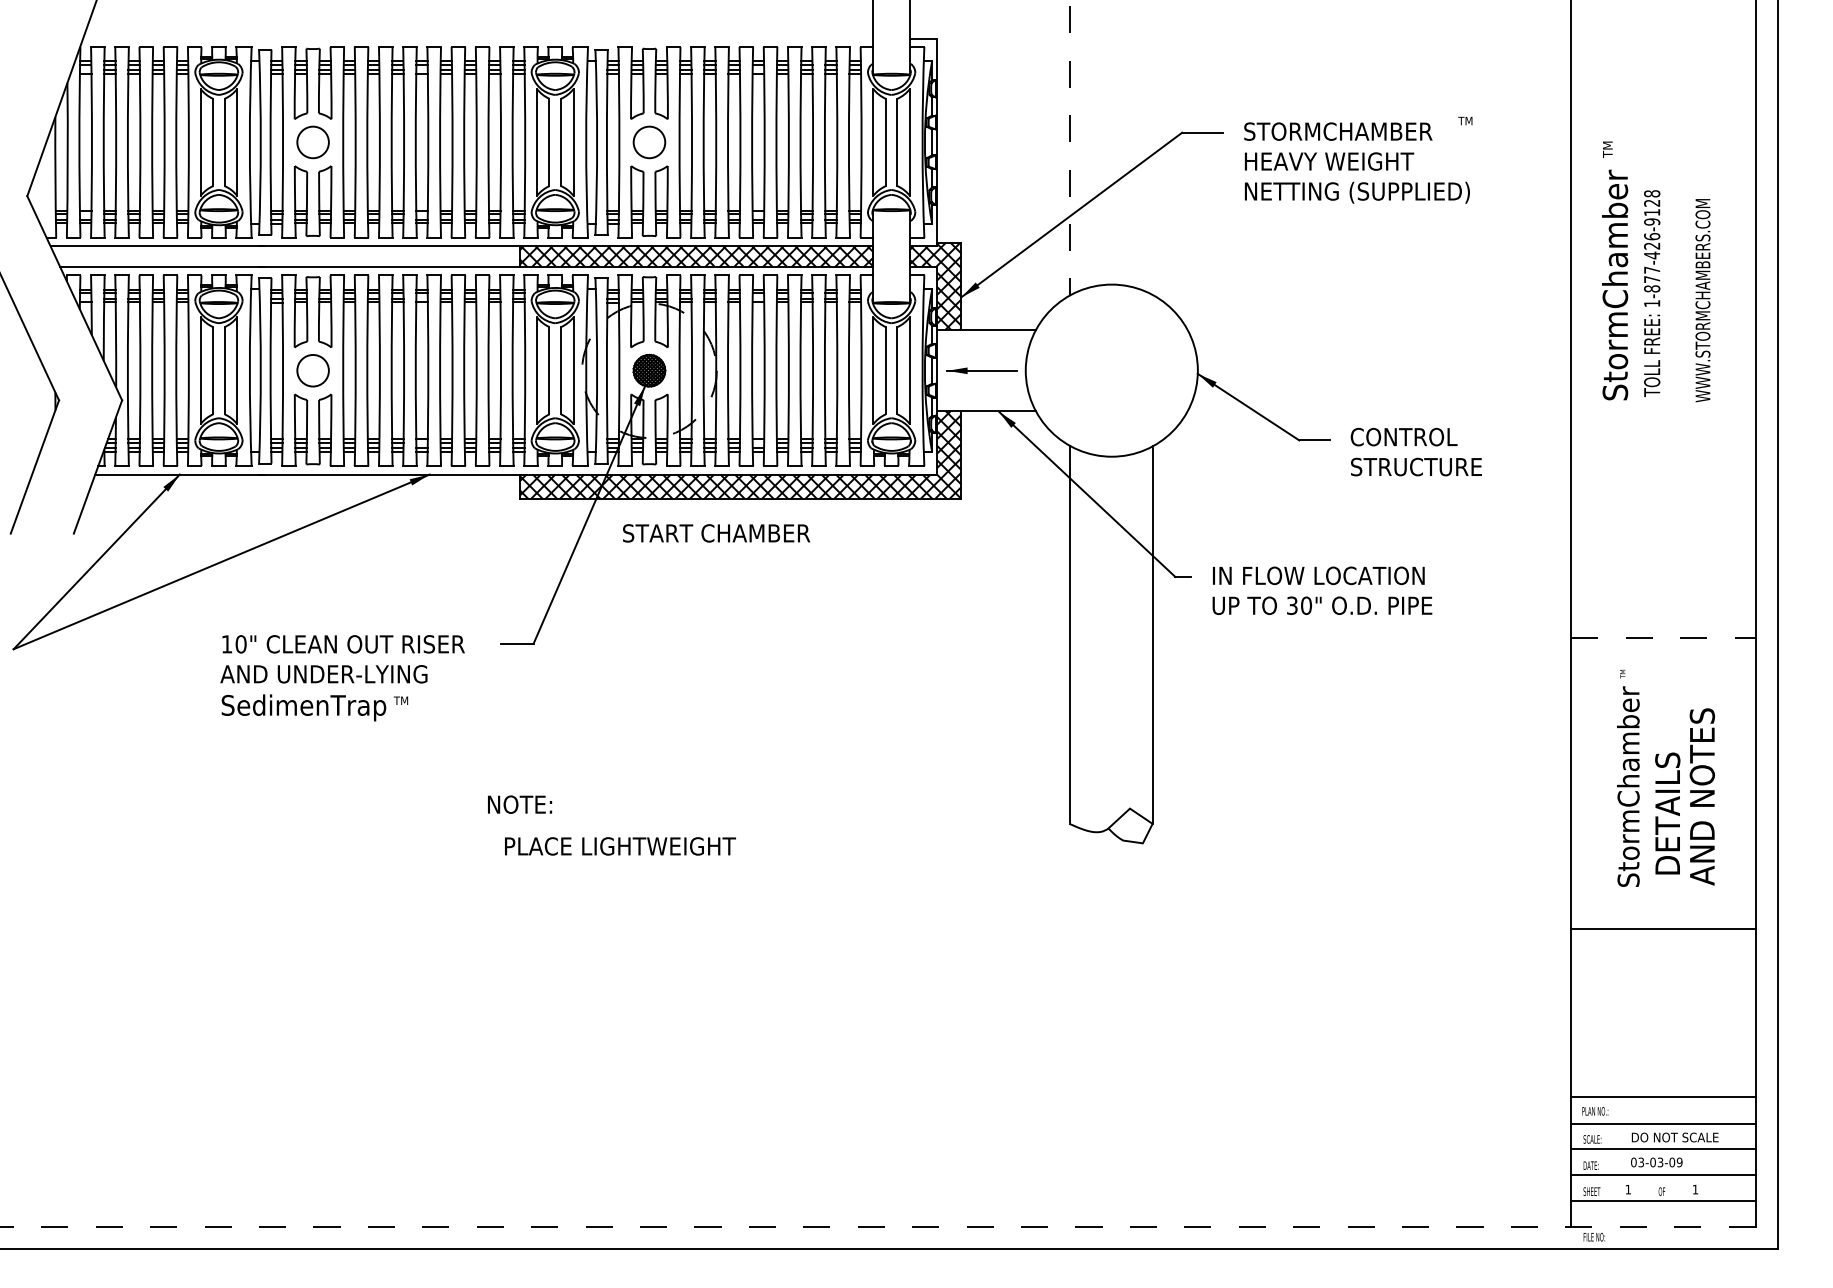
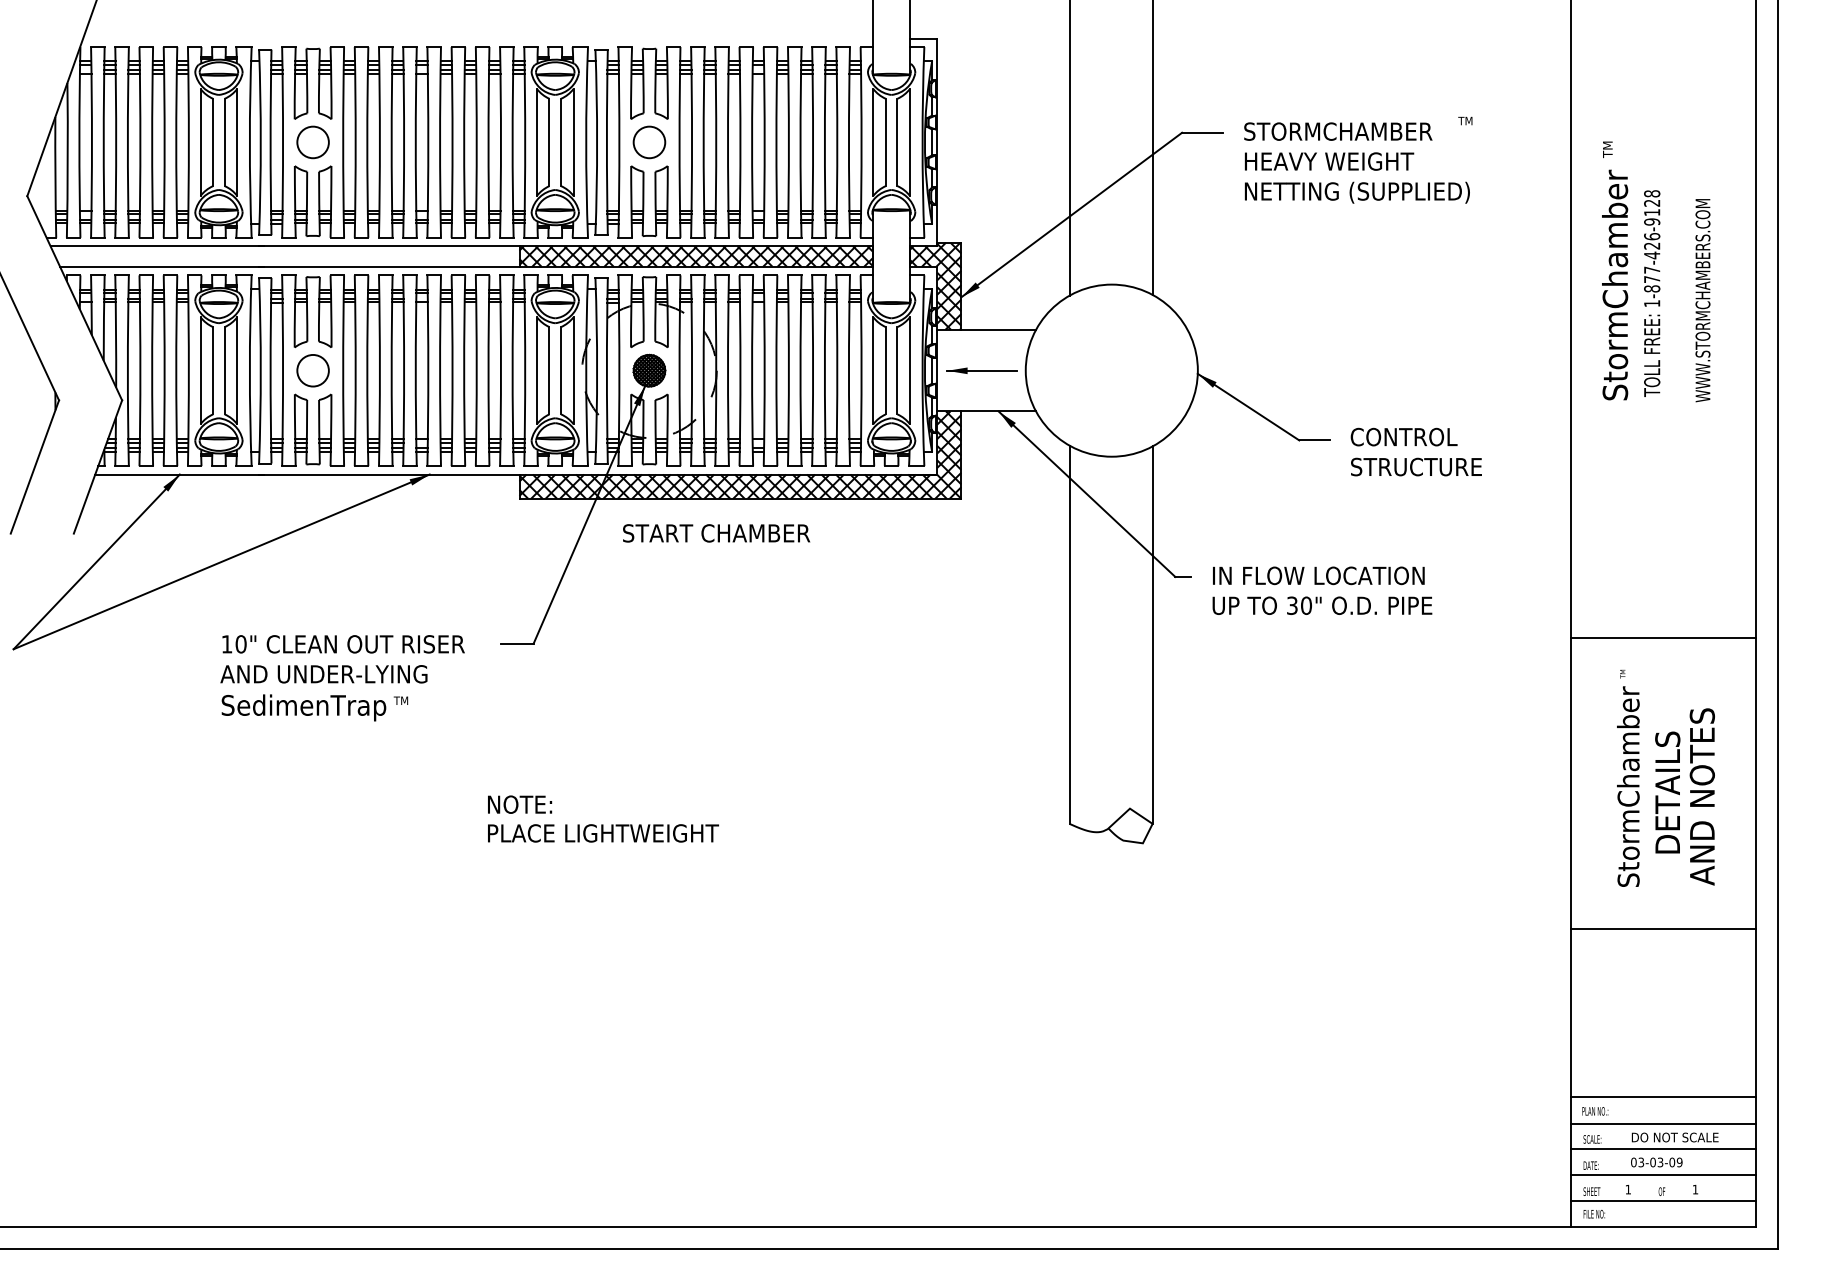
line at (1069, 148): dashed -> solid
line at (1152, 148): none -> present
line at (1663, 637): dashed -> solid
text at (1667, 813) position: (1667, 813) -> (1667, 792)
text at (620, 846) position: (620, 846) -> (603, 833)
line at (877, 1227): dashed -> solid
text at (1593, 1237) position: (1593, 1237) -> (1593, 1214)
